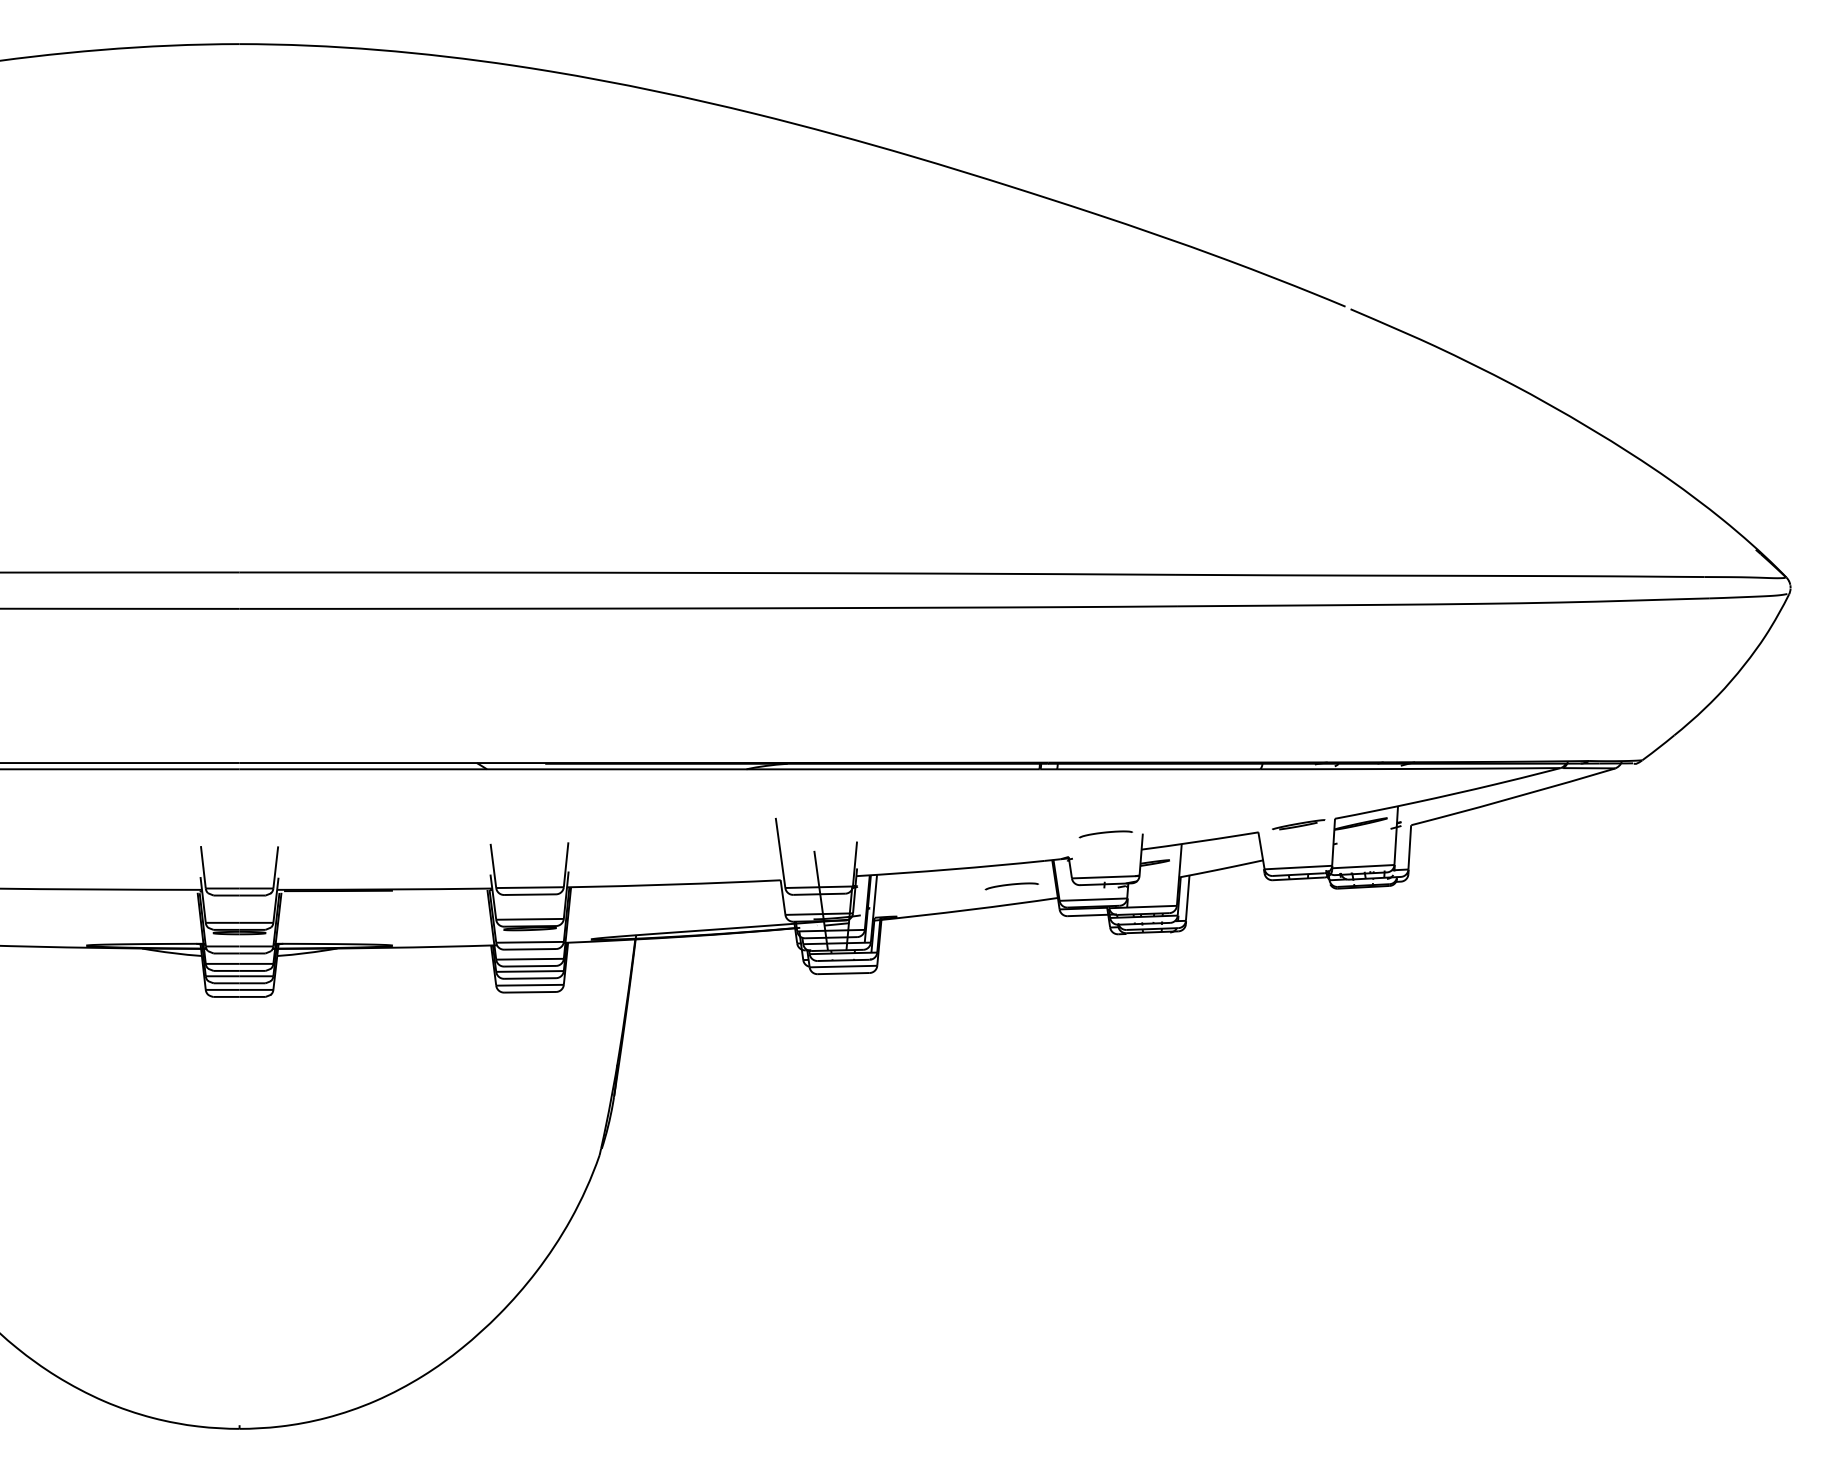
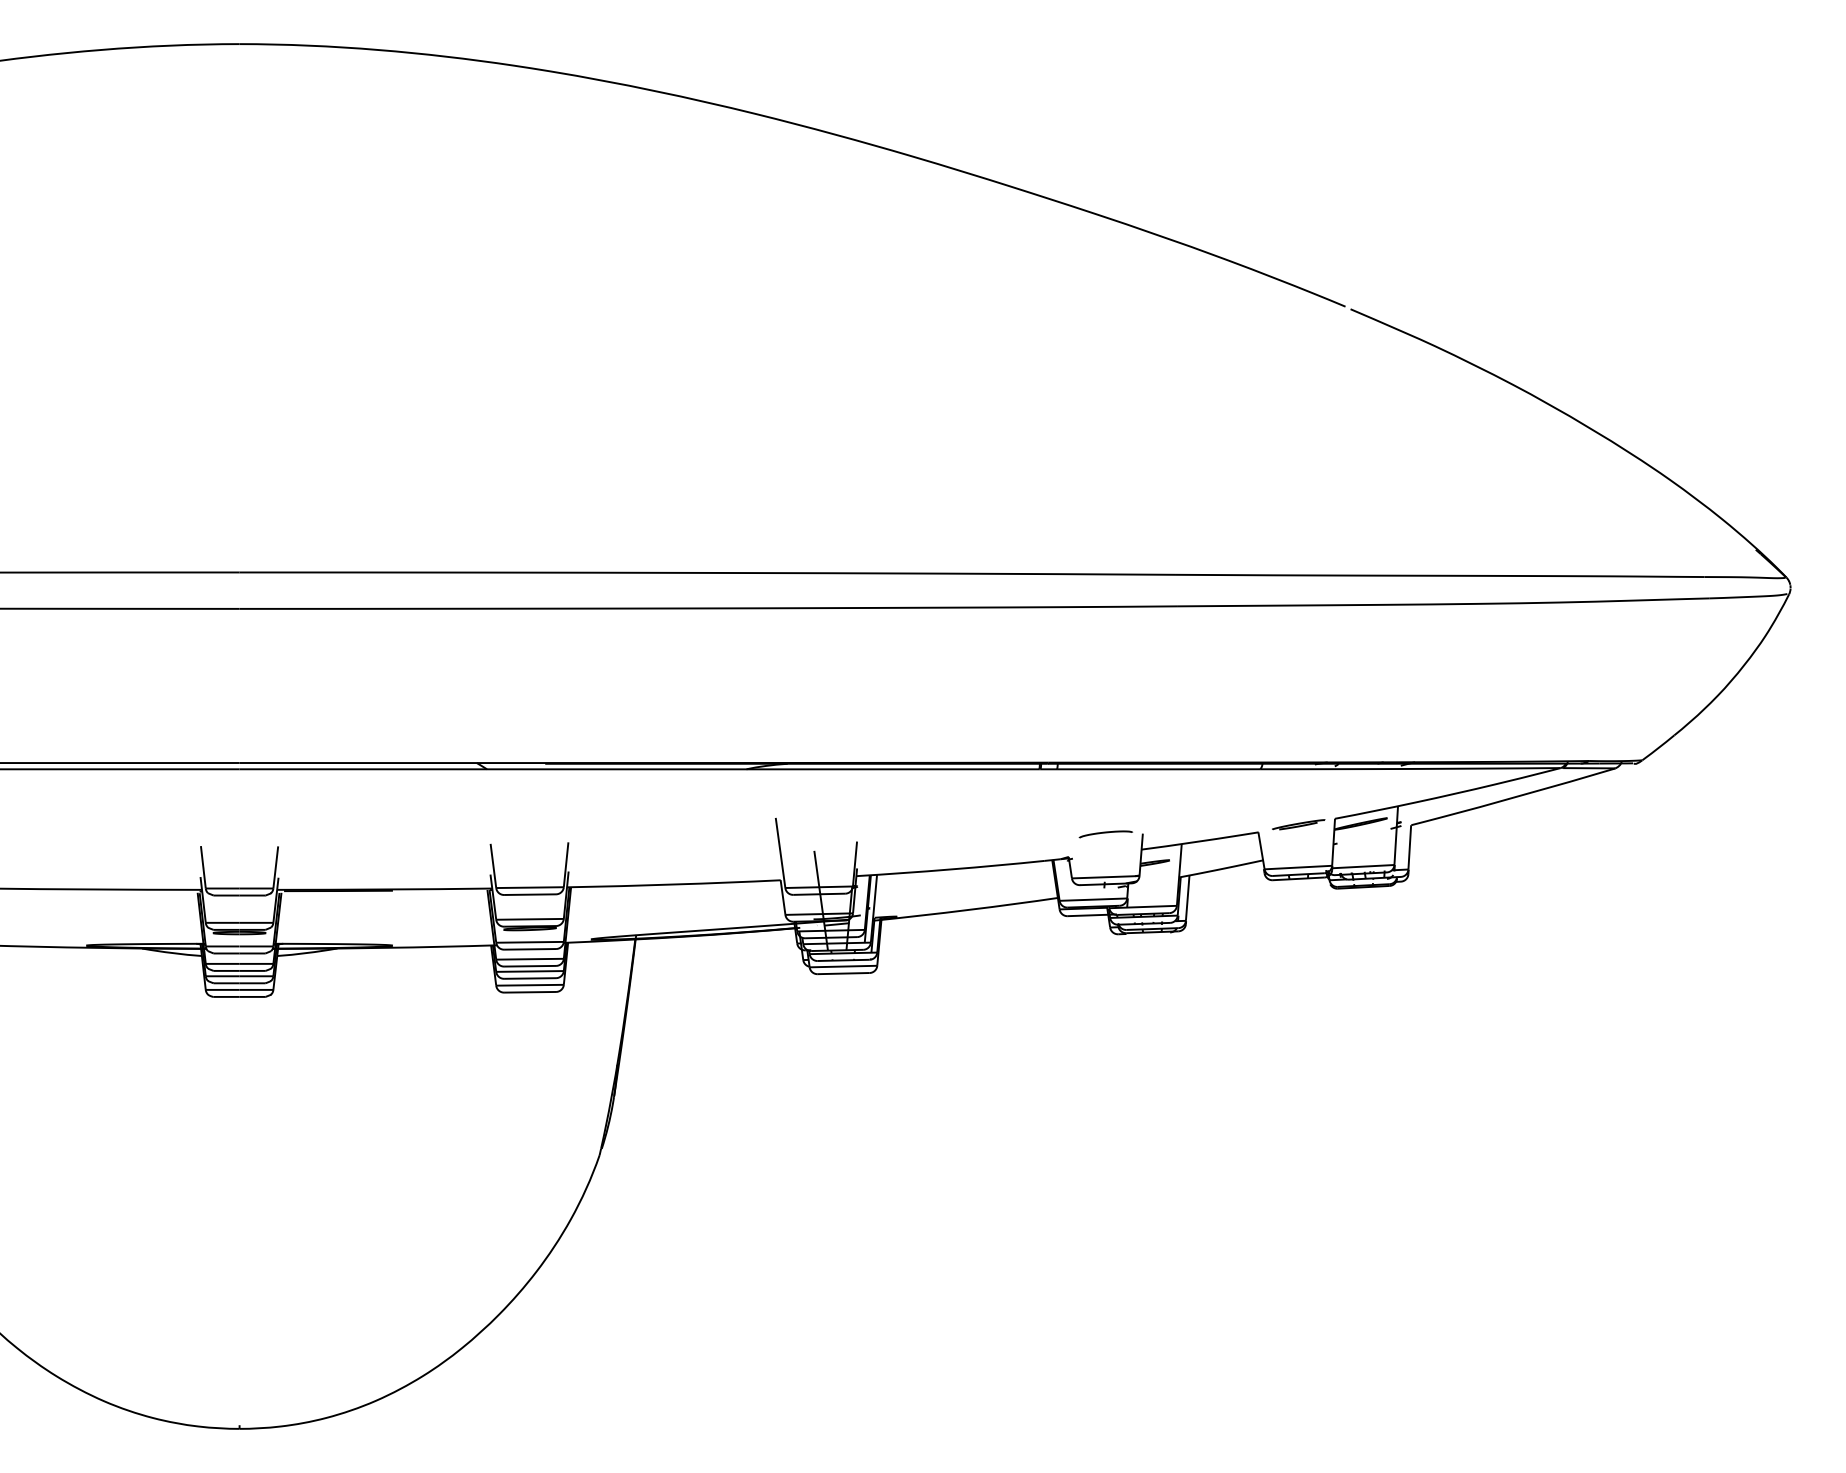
curve at (1011, 885): present -> none
